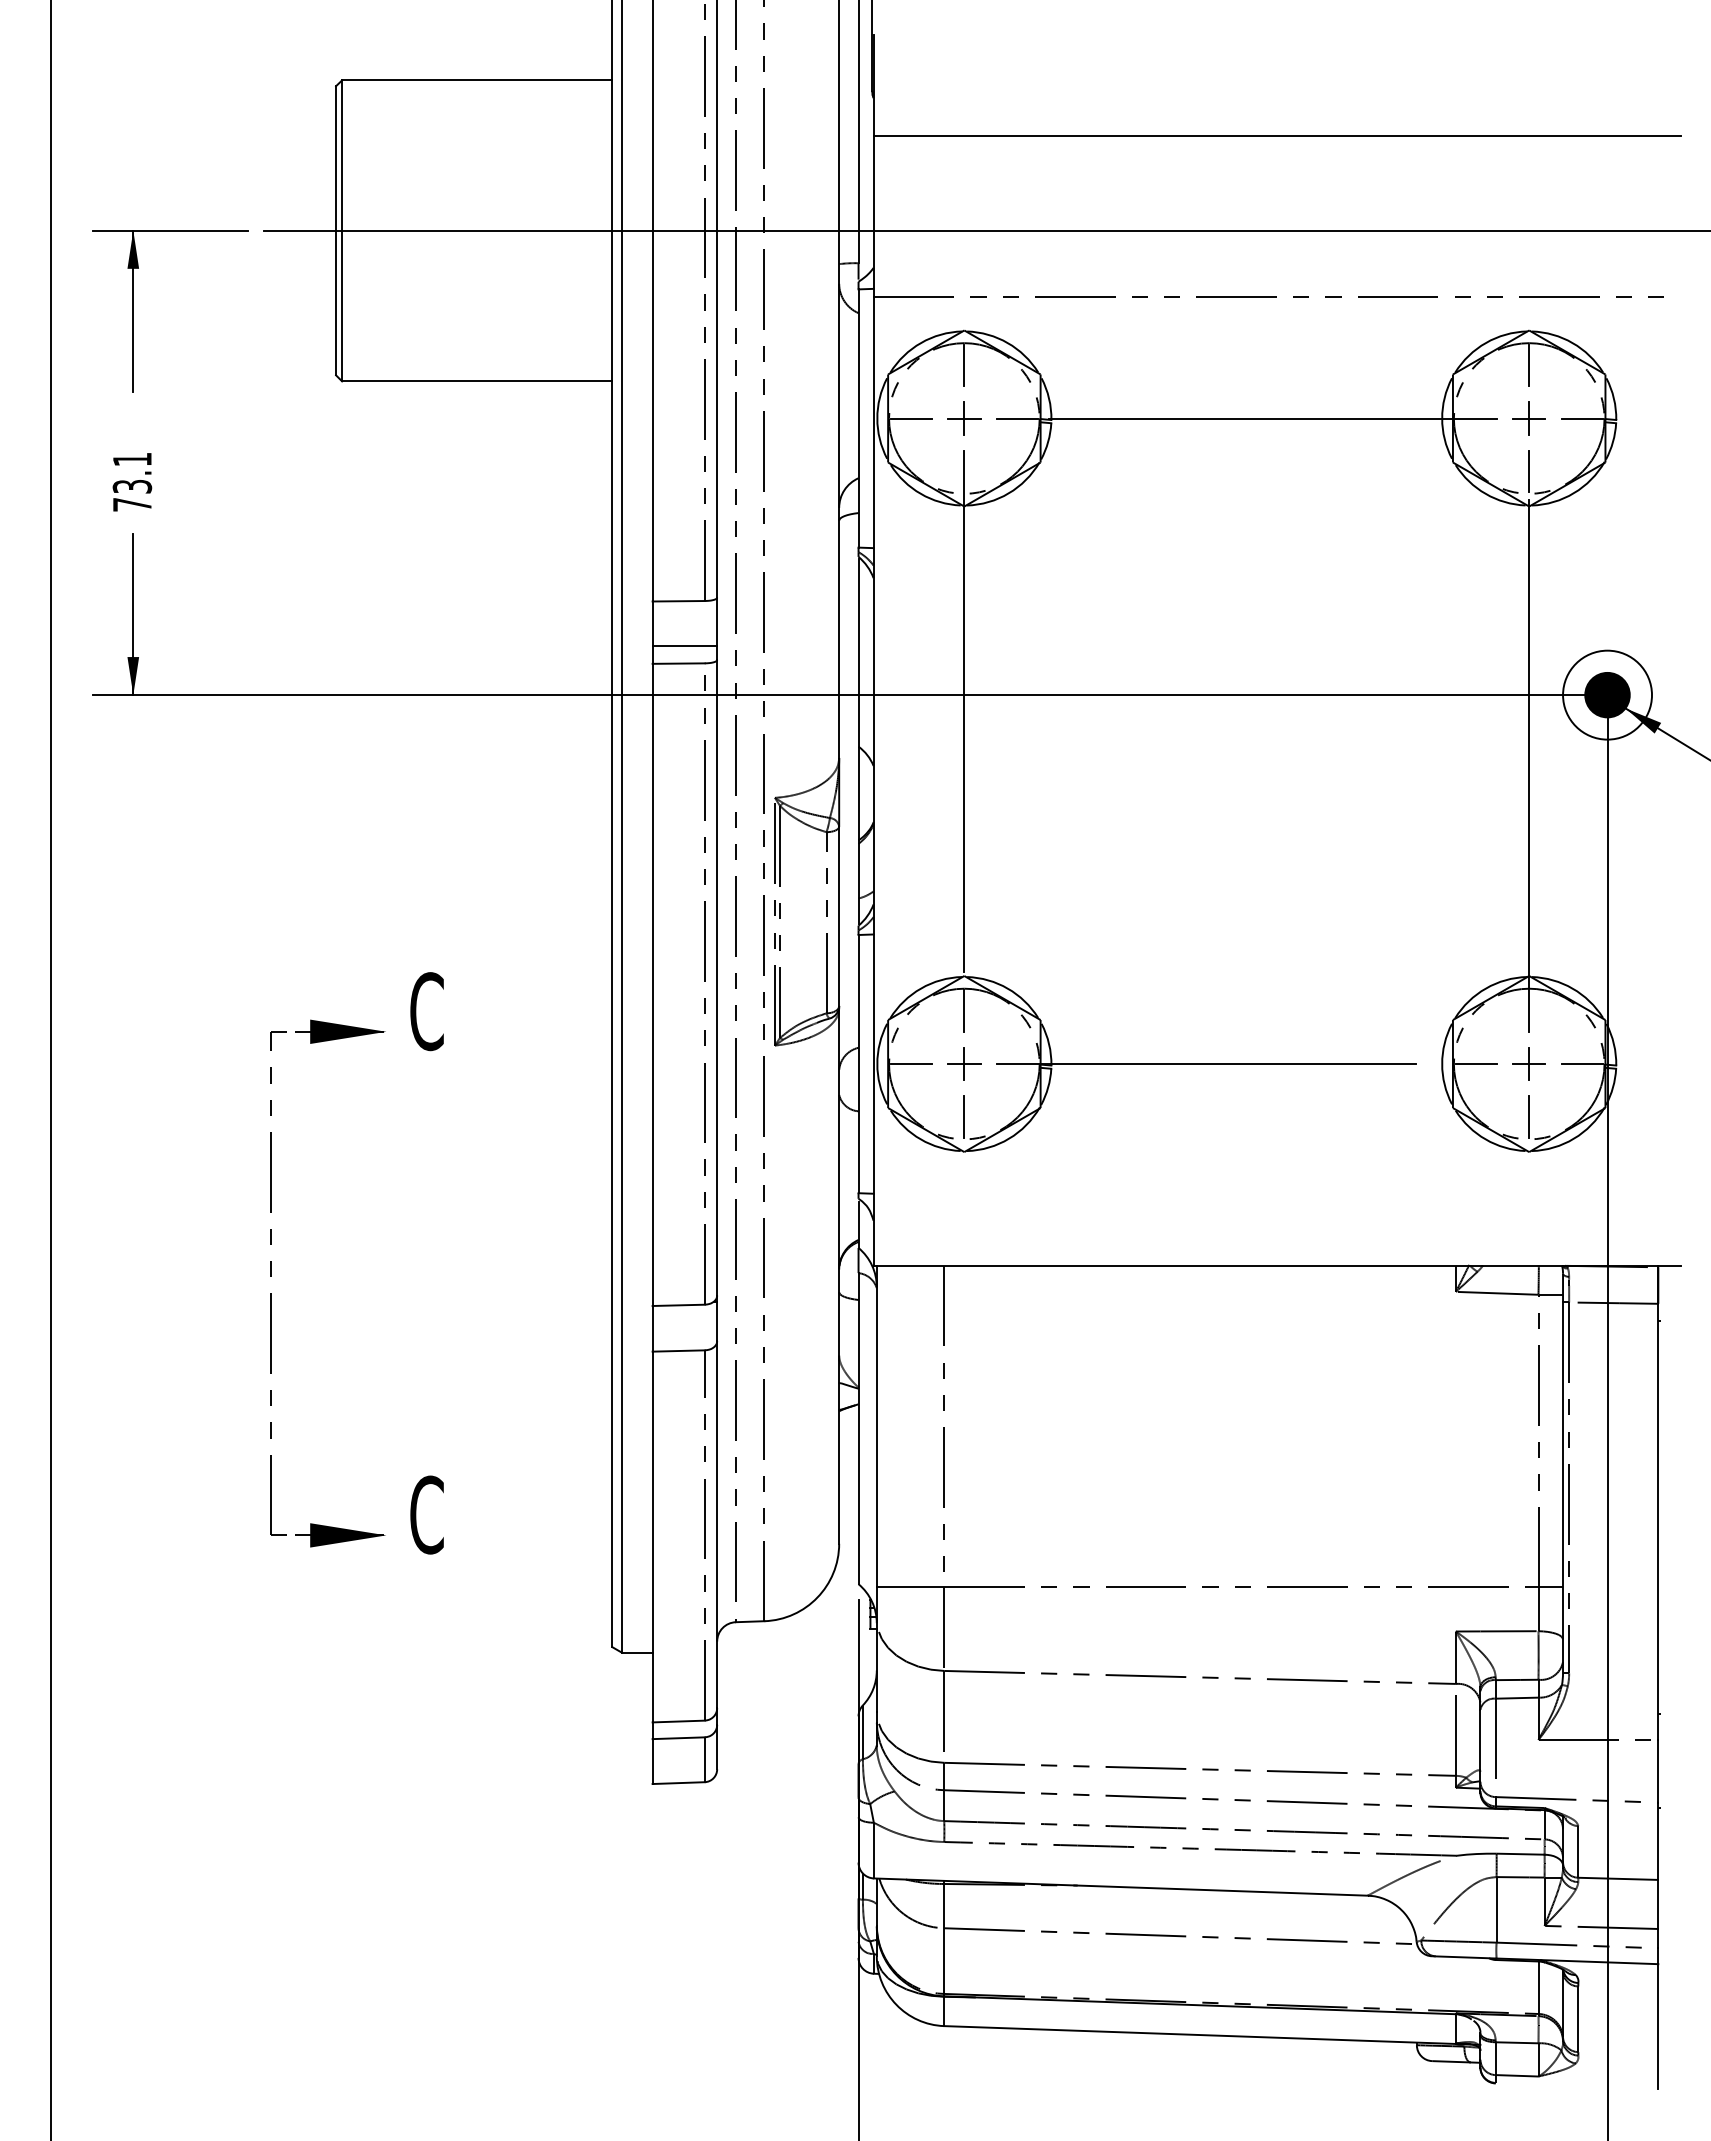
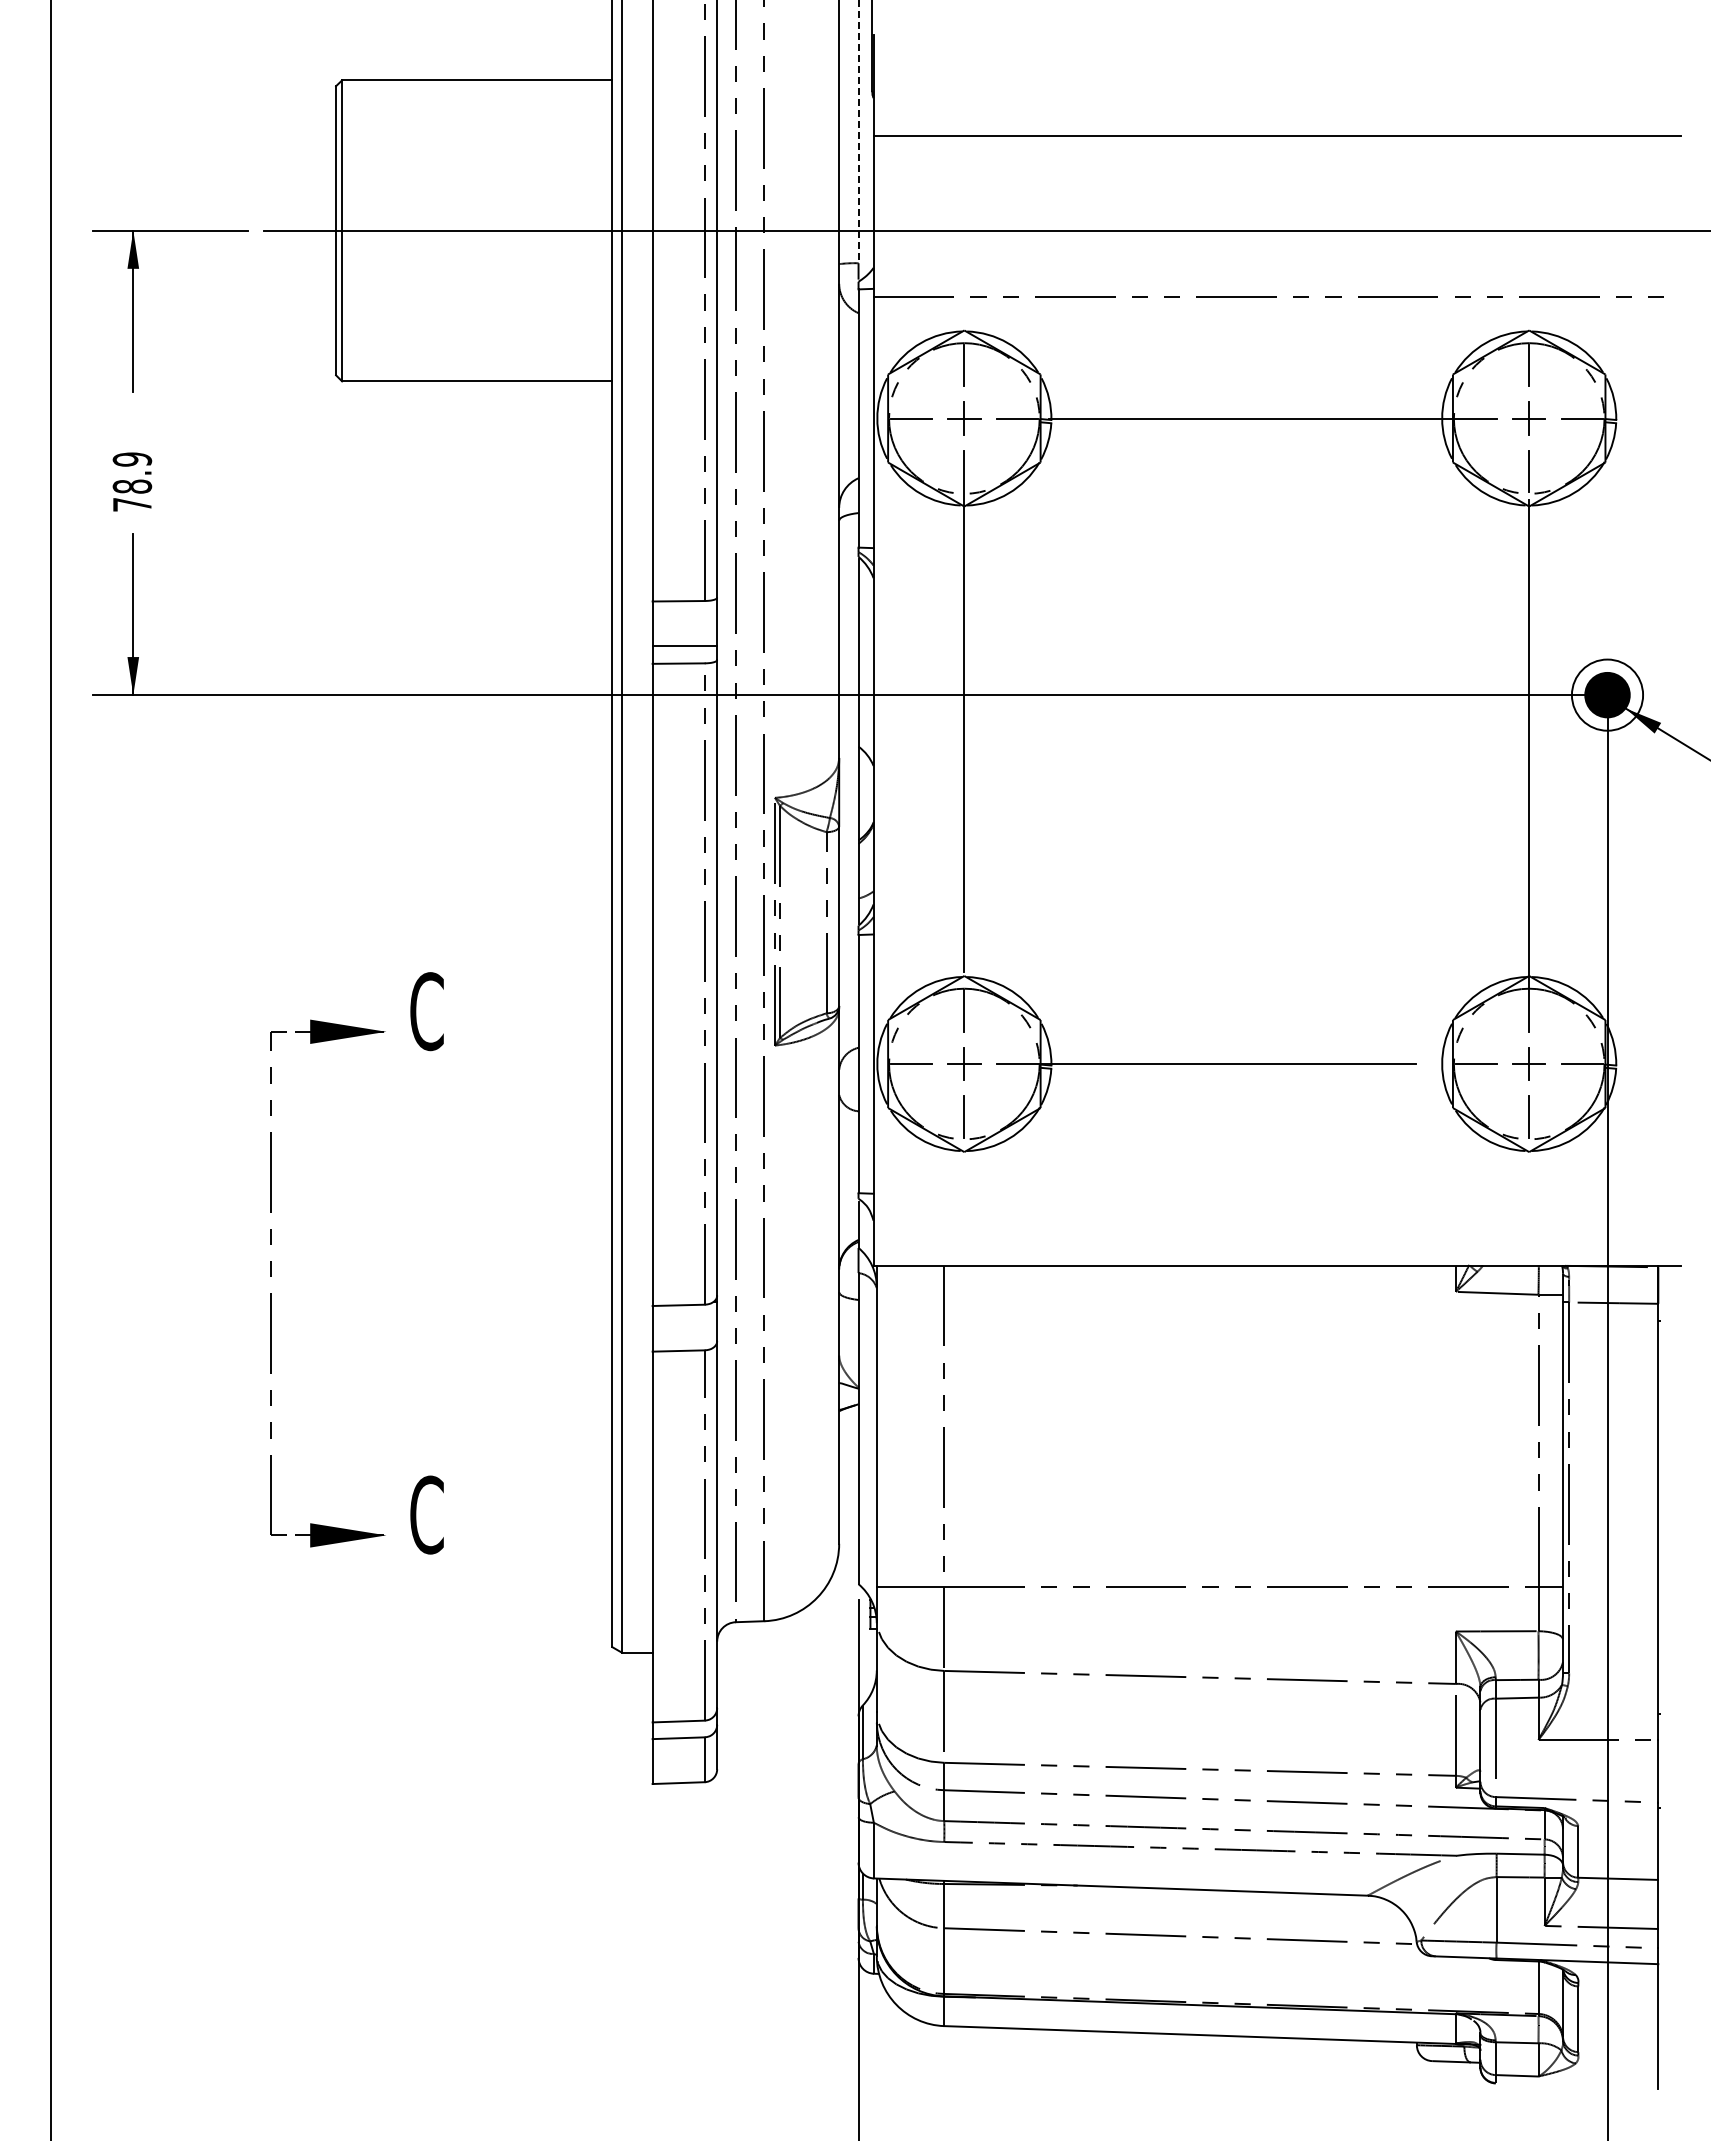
line at (858, 132): solid -> dashed
text at (132, 472): 73.1 -> 78.9
circle at (1607, 694) diameter: 89 px -> 71 px
